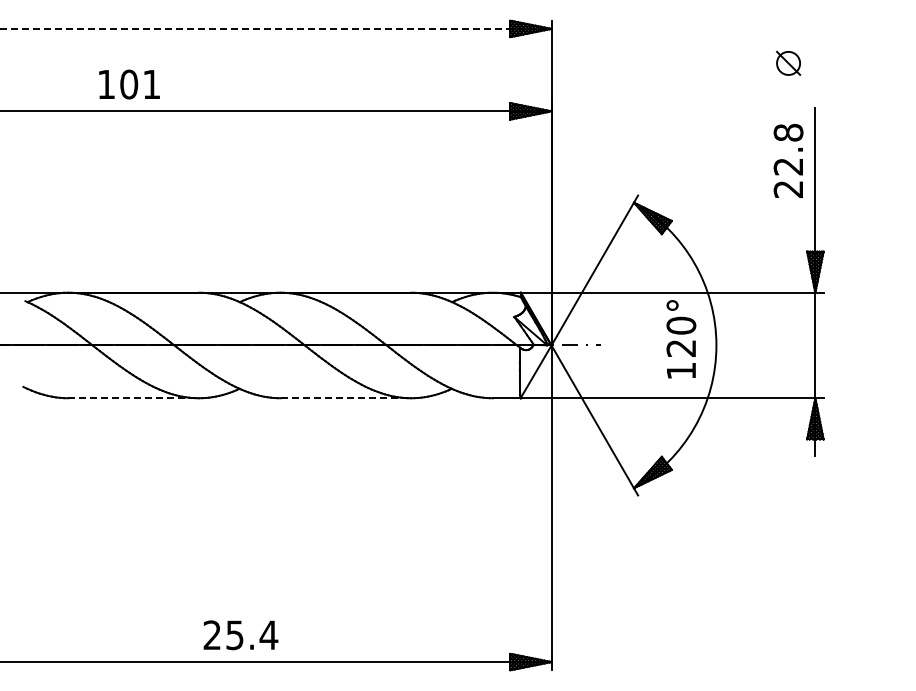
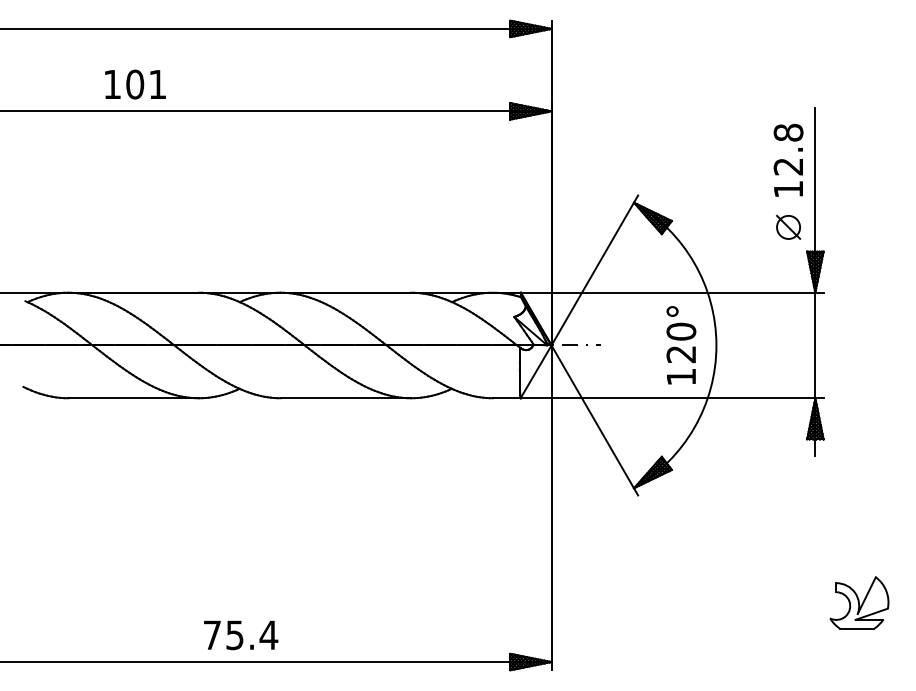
line at (276, 28): dashed -> solid
part at (788, 62) position: (788, 62) -> (788, 226)
text at (129, 84) position: (129, 84) -> (135, 84)
text at (787, 189): 22.8 -> 12.8
text at (681, 339) position: (681, 339) -> (681, 345)
line at (134, 398): dashed -> solid
line at (346, 398): dashed -> solid
part at (859, 602): none -> present
text at (211, 634): 25.4 -> 75.4
